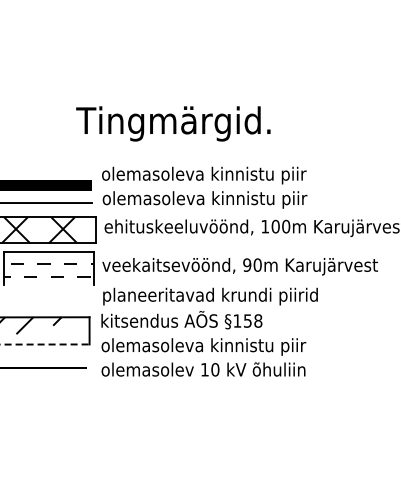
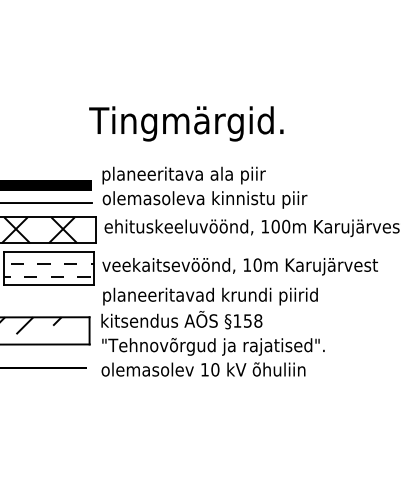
text at (173, 123) position: (173, 123) -> (186, 123)
text at (204, 175): olemasoleva kinnistu piir -> planeeritava ala piir
text at (247, 264): 90m -> 10m
line at (48, 285): none -> present
line at (45, 344): dashed -> solid
text at (212, 346): olemasoleva kinnistu piir -> "Tehnovõrgud ja rajatised".
